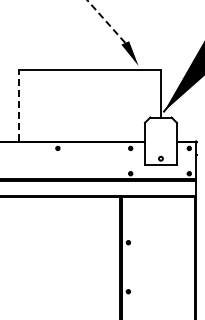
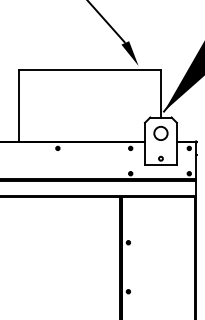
line at (106, 21): dashed -> solid
line at (18, 104): dashed -> solid
circle at (160, 133): none -> present
